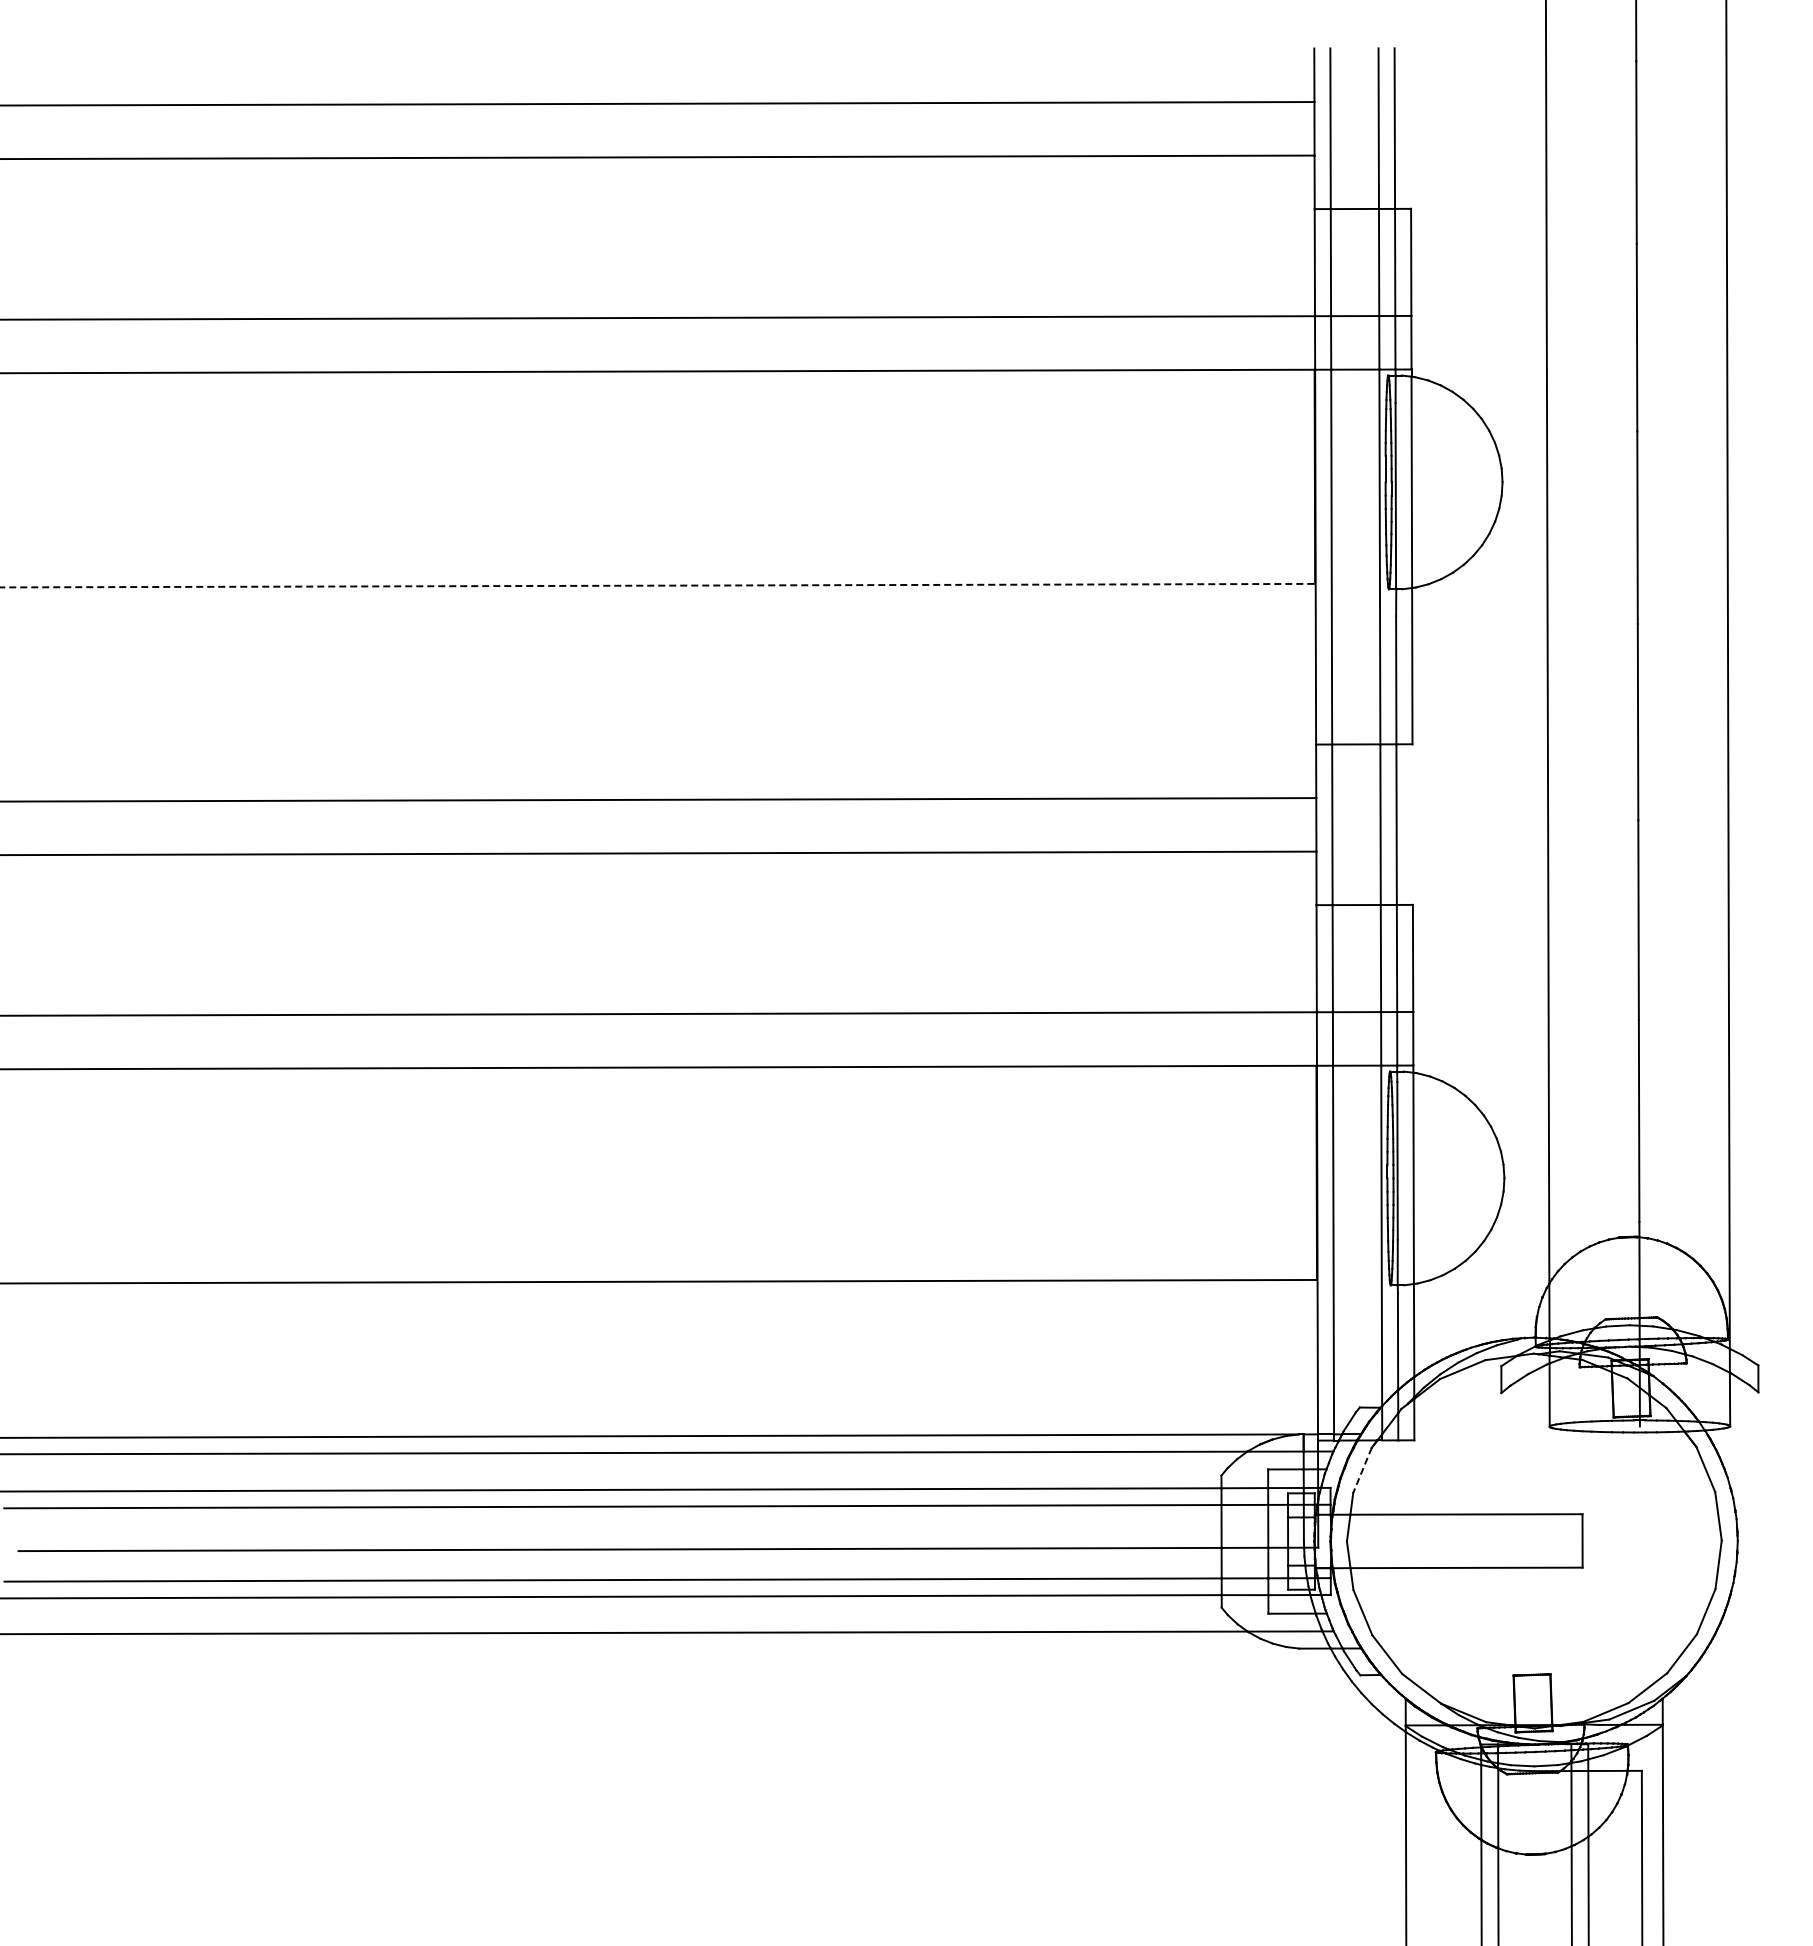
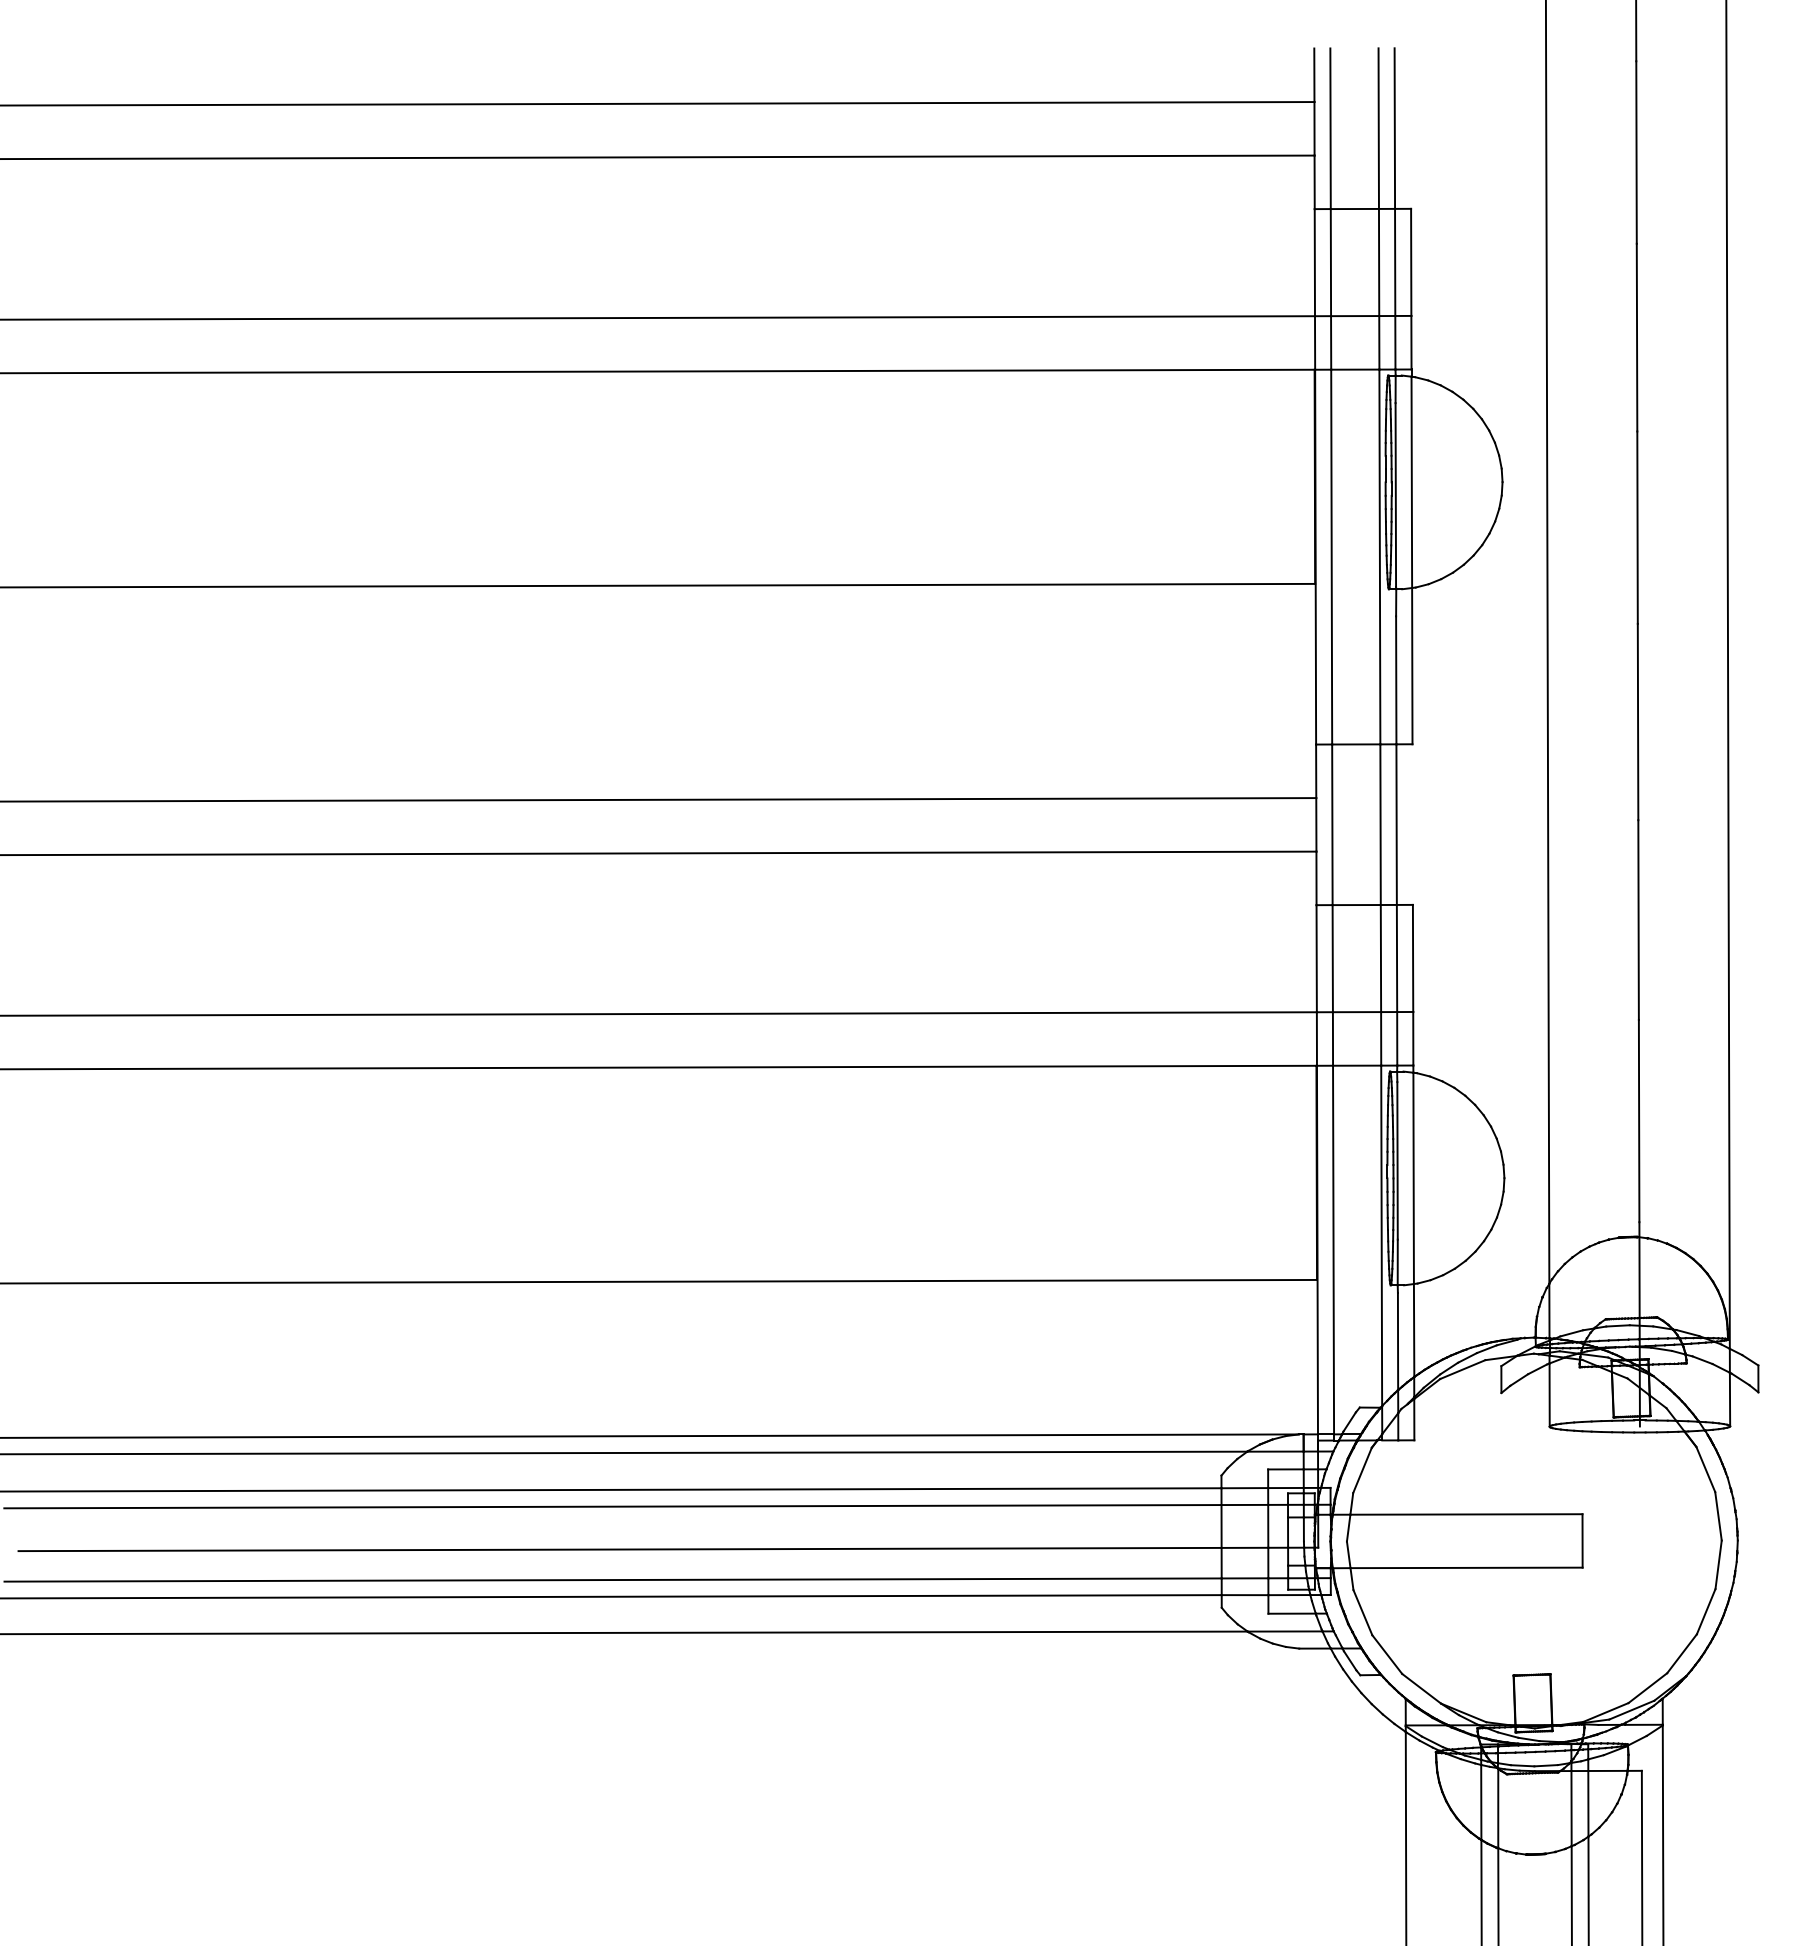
line at (658, 585): dashed -> solid
line at (1362, 1470): dashed -> solid
